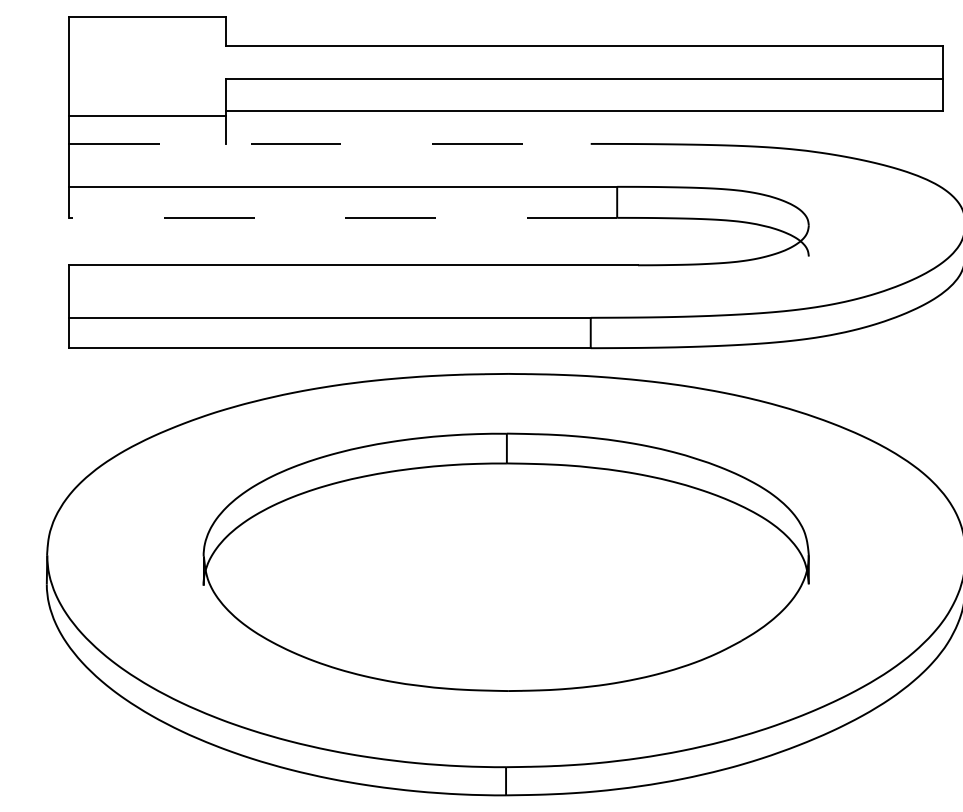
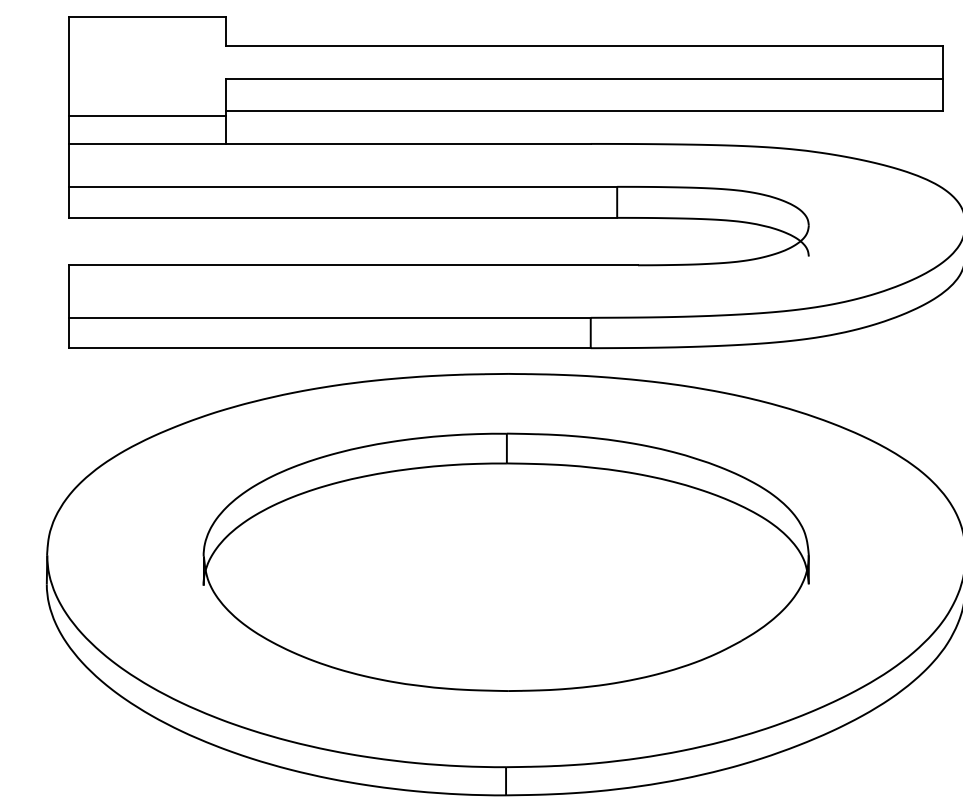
line at (330, 143): dashed -> solid
line at (343, 217): dashed -> solid
